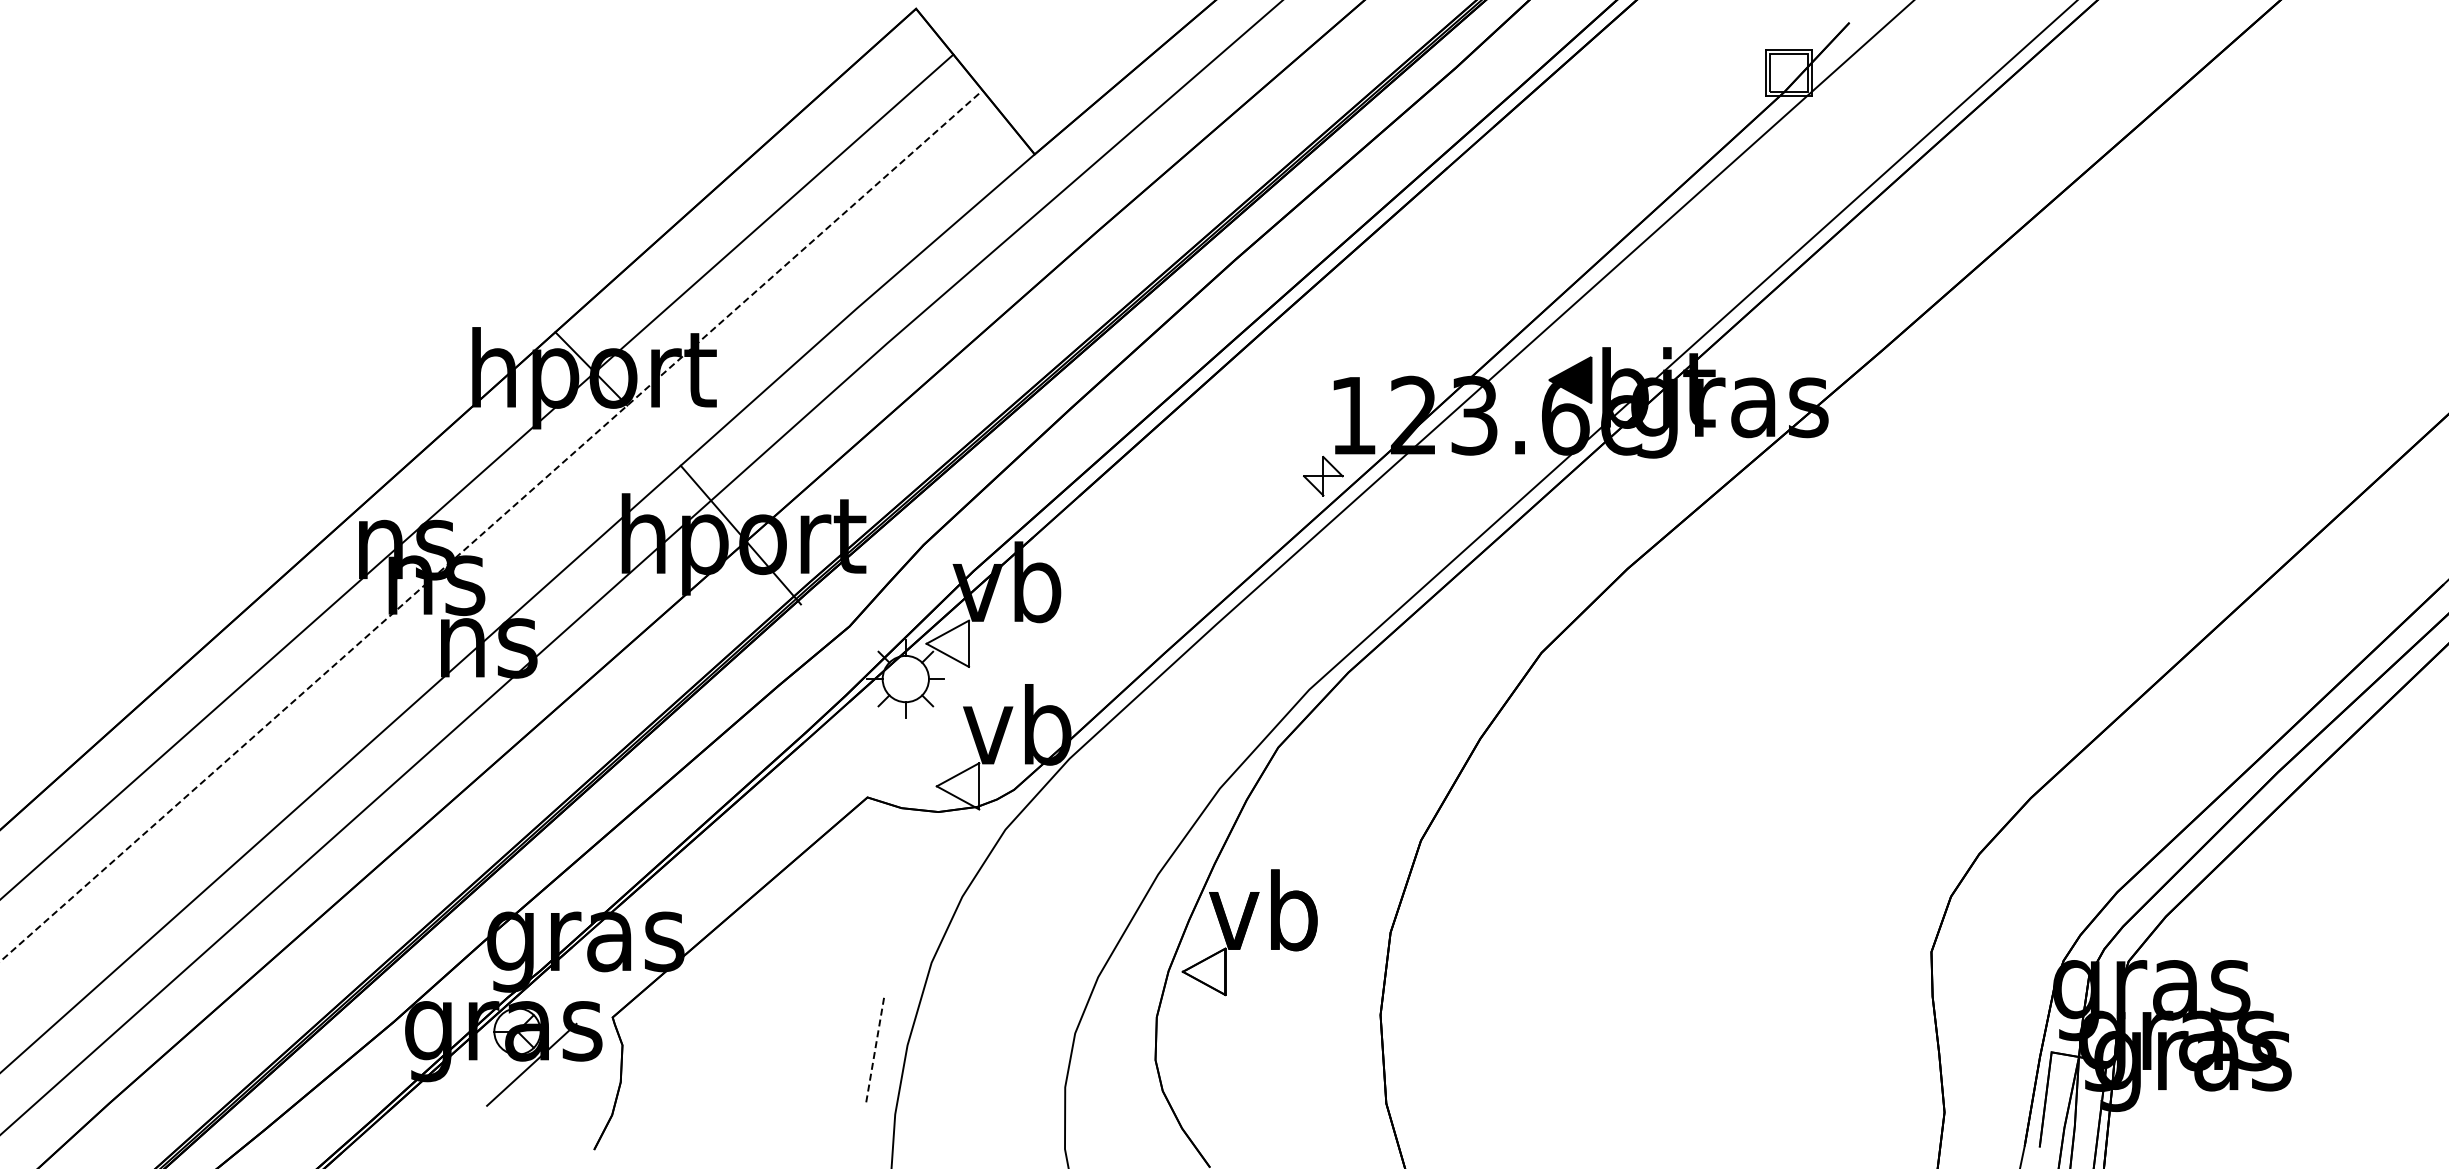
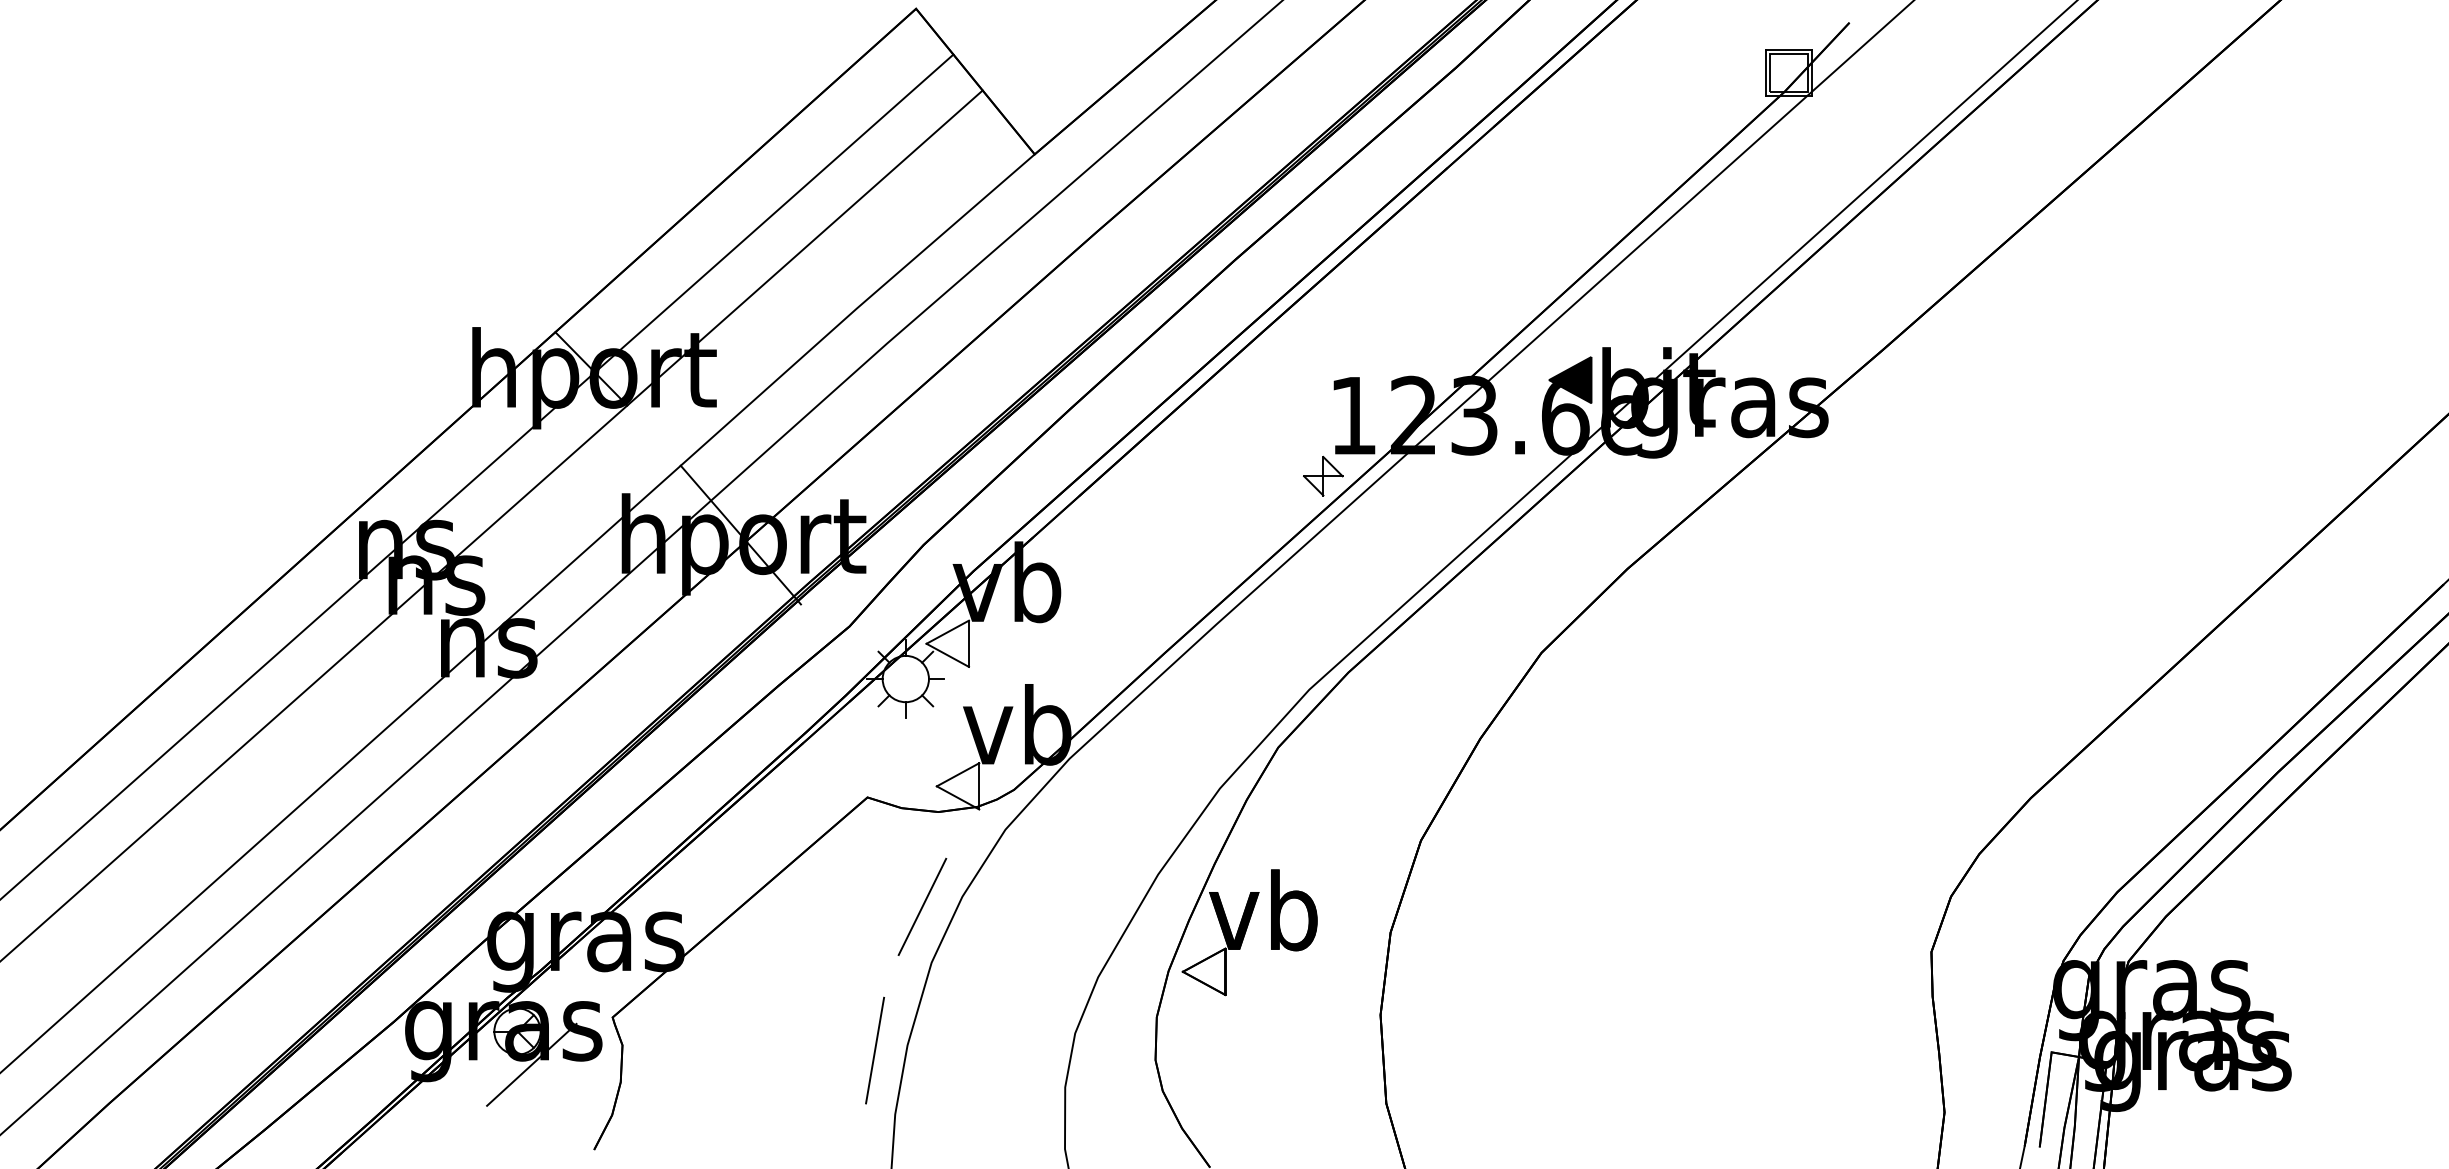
line at (491, 525): dashed -> solid
line at (922, 906): none -> present
line at (875, 1050): dashed -> solid
